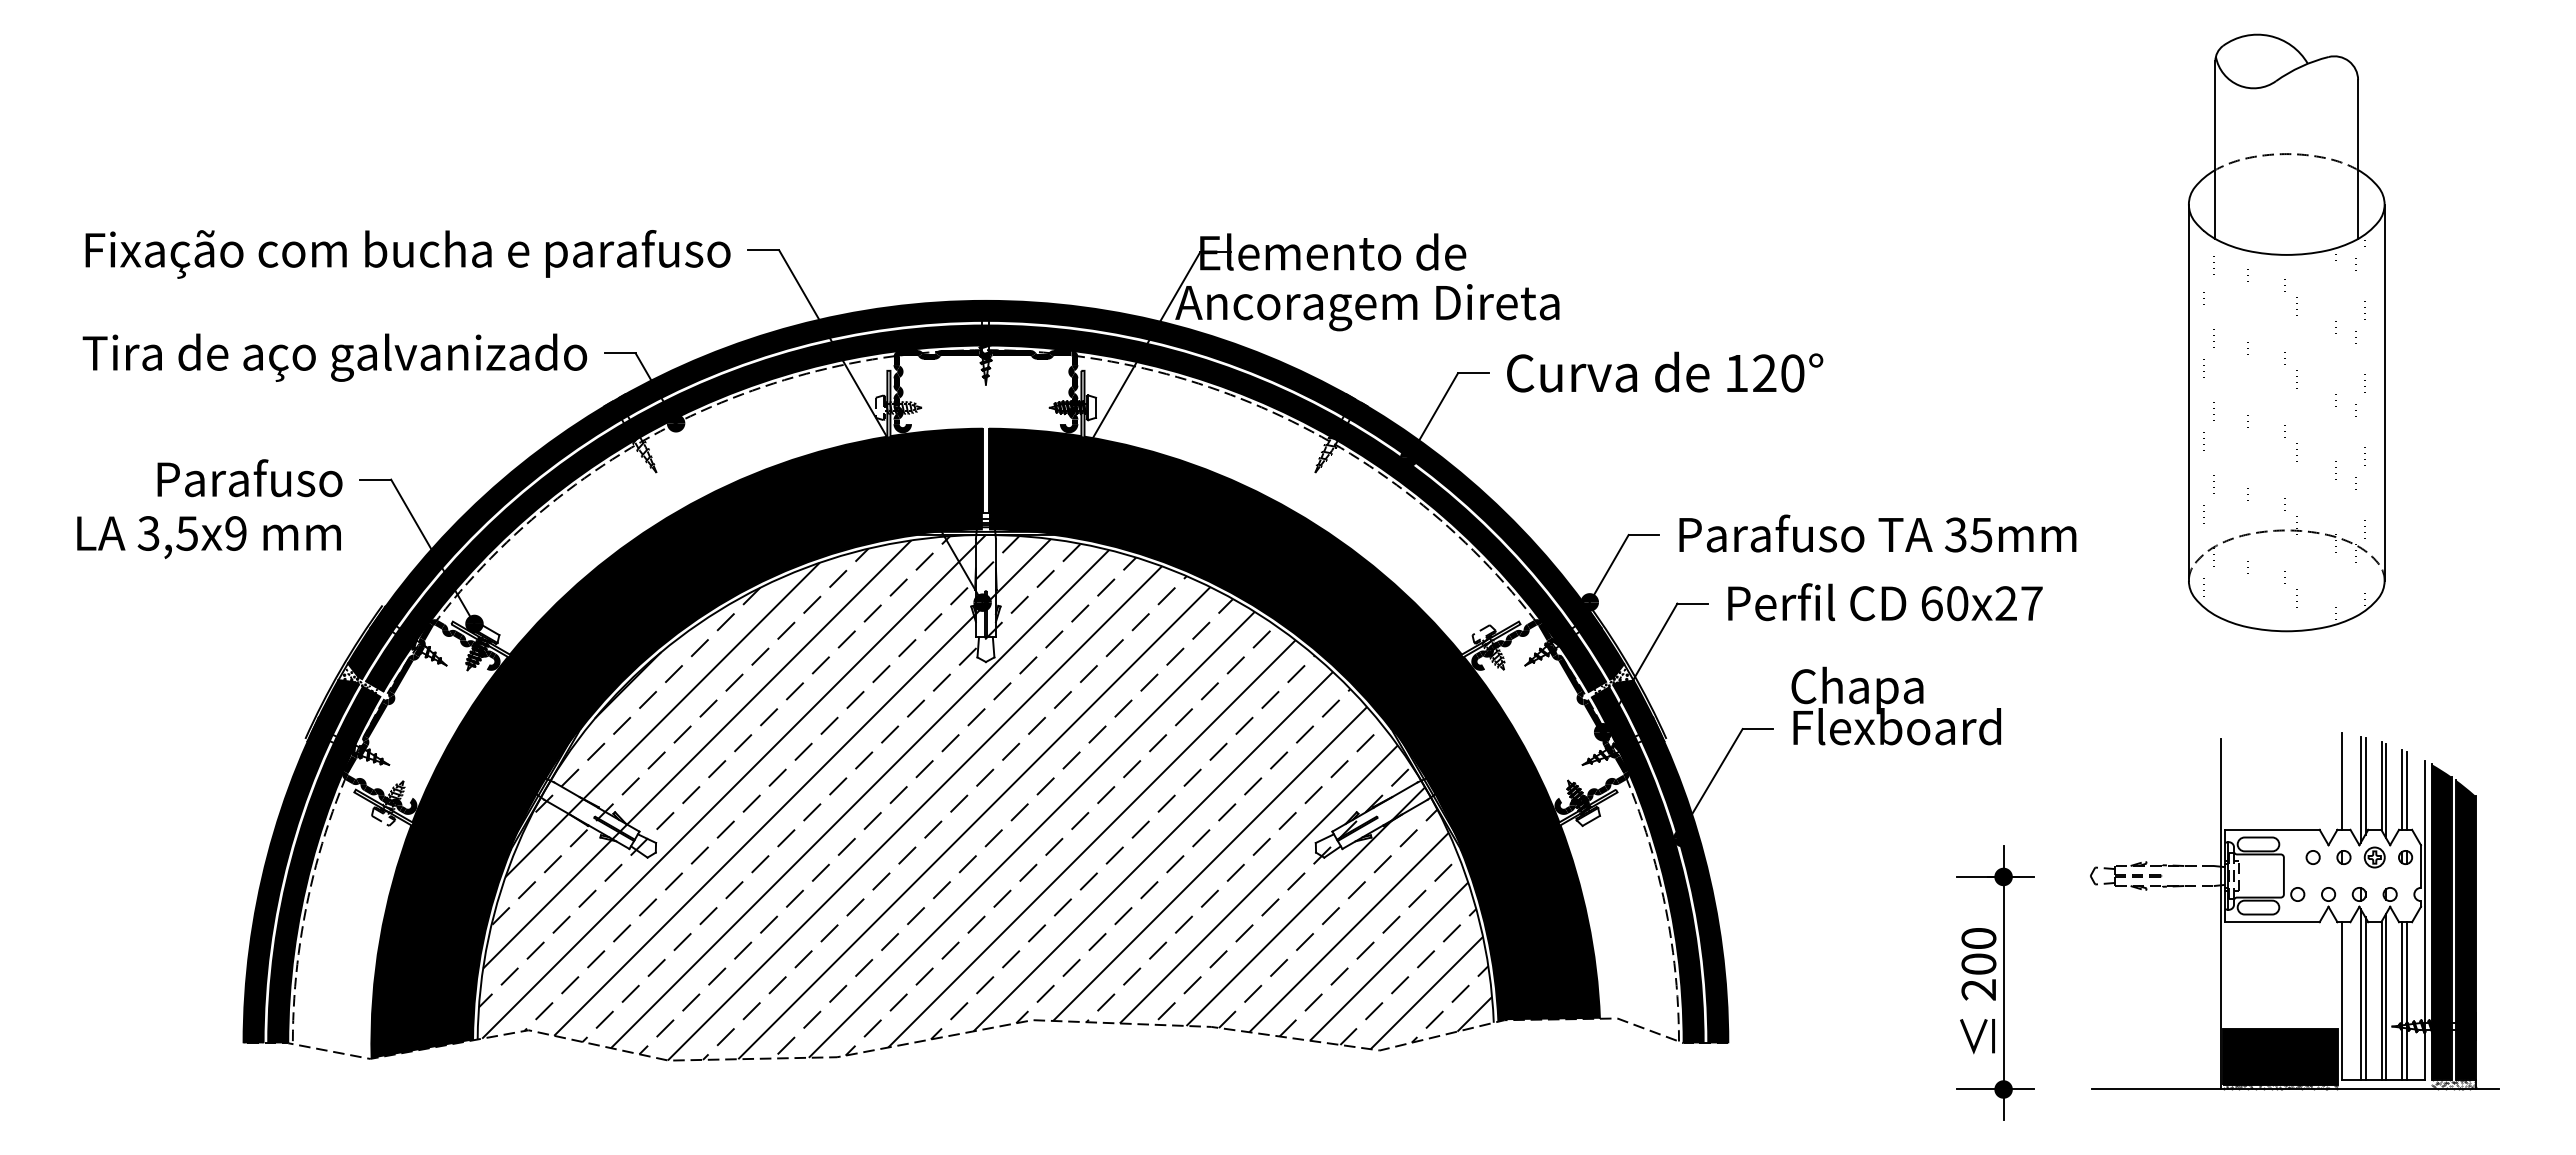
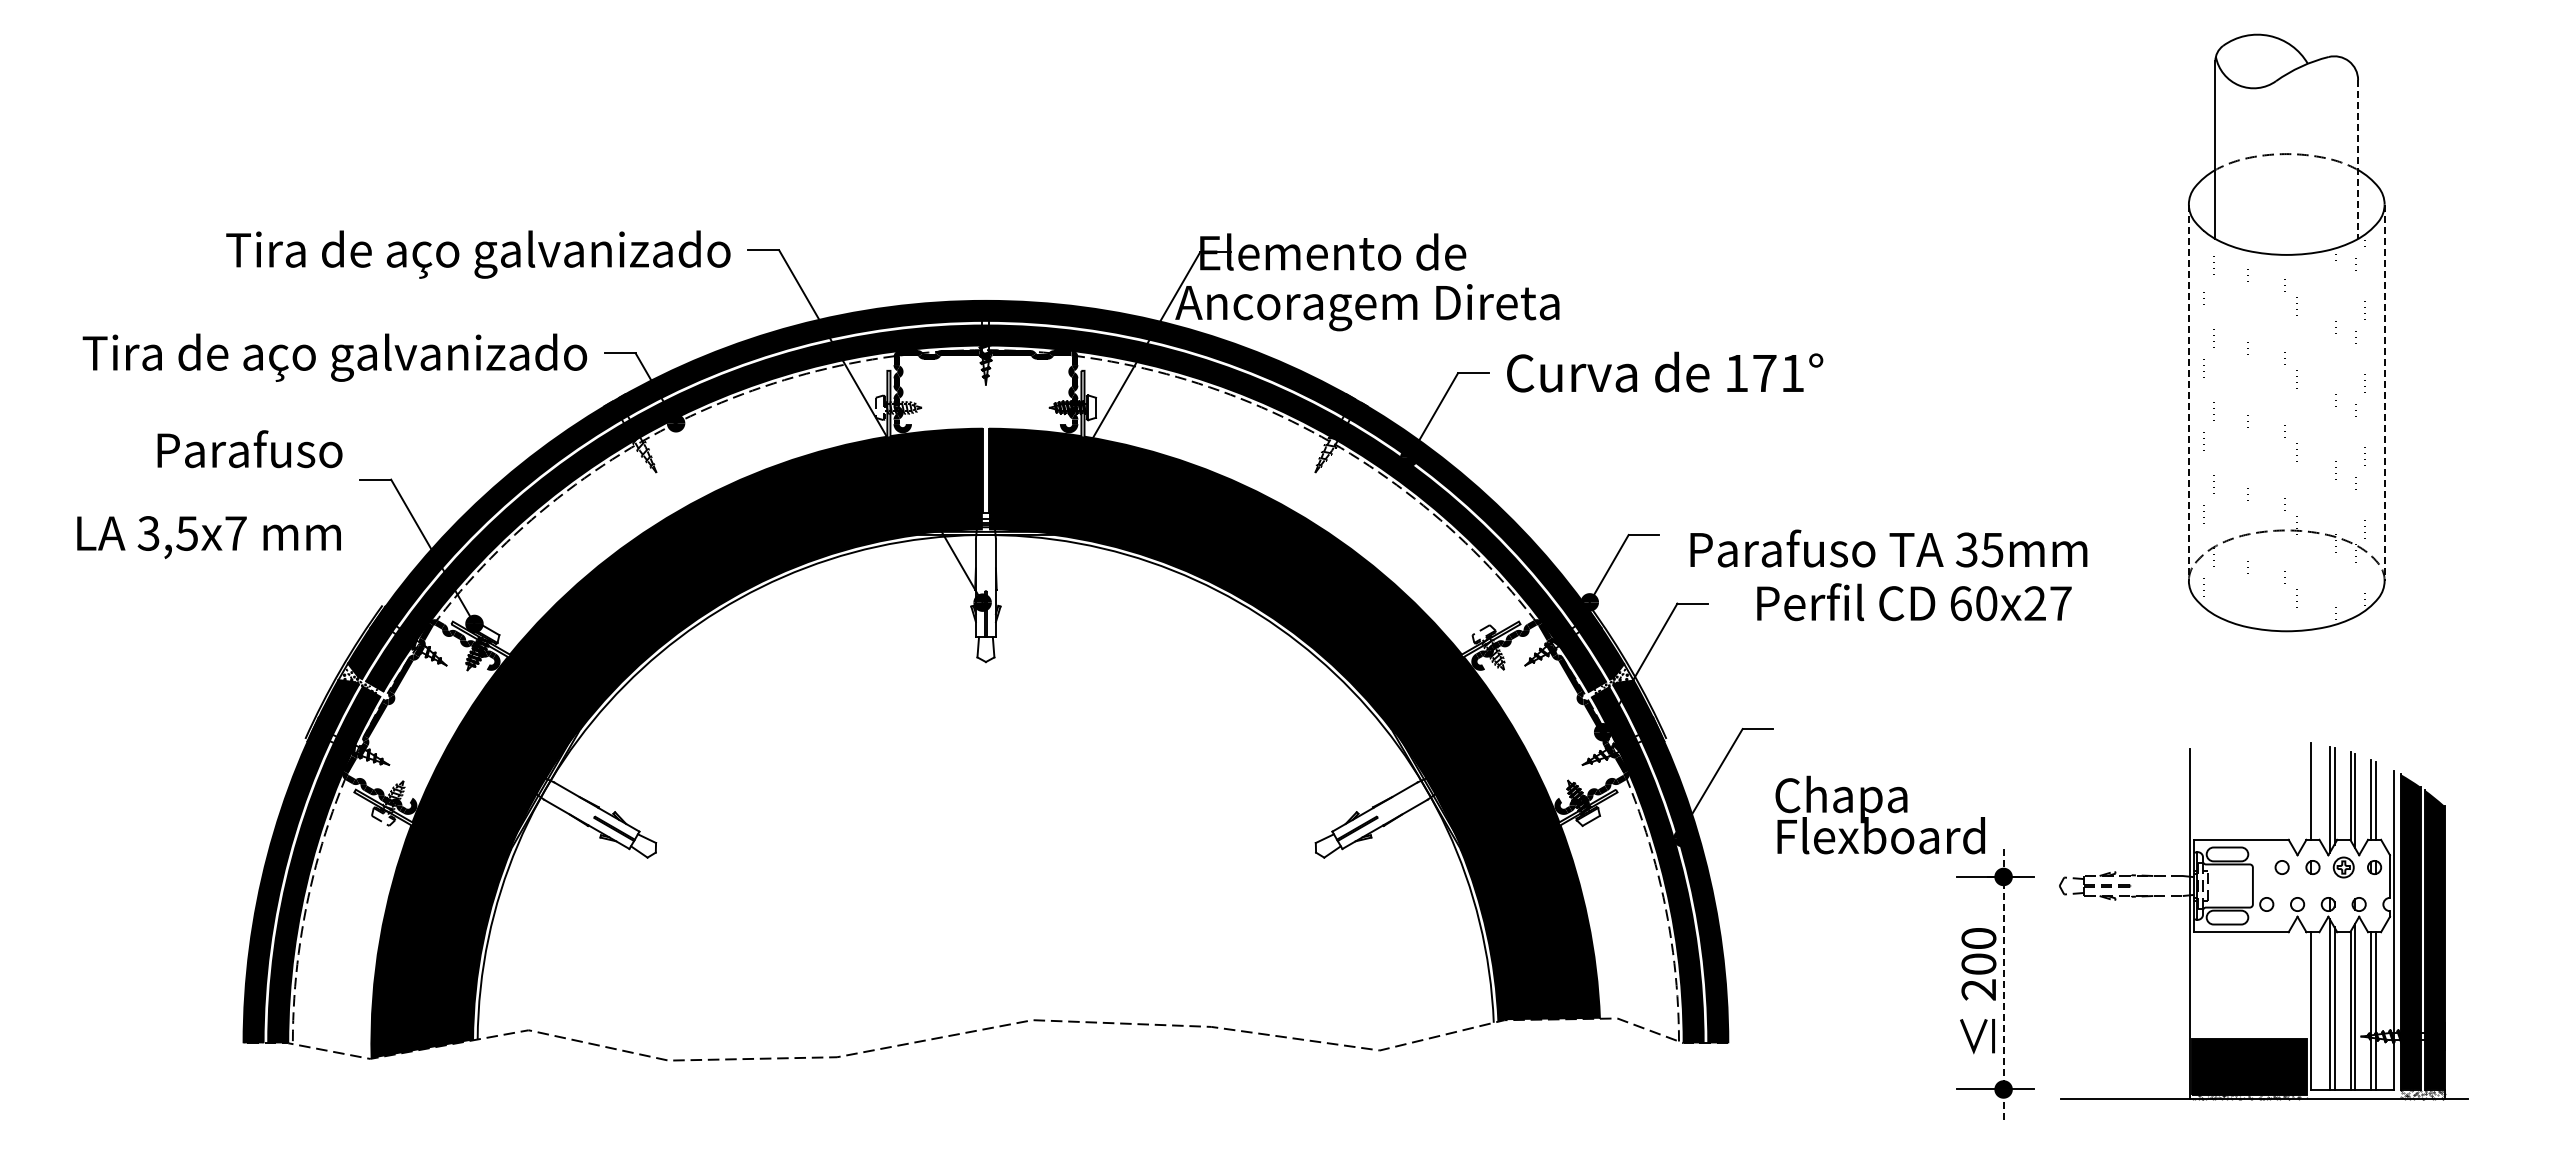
line at (2358, 160): solid -> dashed
text at (394, 254): Fixação com bucha e parafuso -> Tira de aço galvanizado
text at (1778, 373): 120° -> 171°
line at (2188, 393): solid -> dashed
line at (2384, 393): solid -> dashed
text at (249, 478) position: (249, 478) -> (249, 449)
text at (235, 533): 3,5x9 -> 3,5x7
text at (1877, 533) position: (1877, 533) -> (1888, 548)
text at (1885, 602) position: (1885, 602) -> (1914, 602)
text at (1895, 705) position: (1895, 705) -> (1879, 814)
hatch at (985, 797): present -> none
part at (2294, 911) position: (2294, 911) -> (2263, 921)
line at (2003, 982): solid -> dashed
